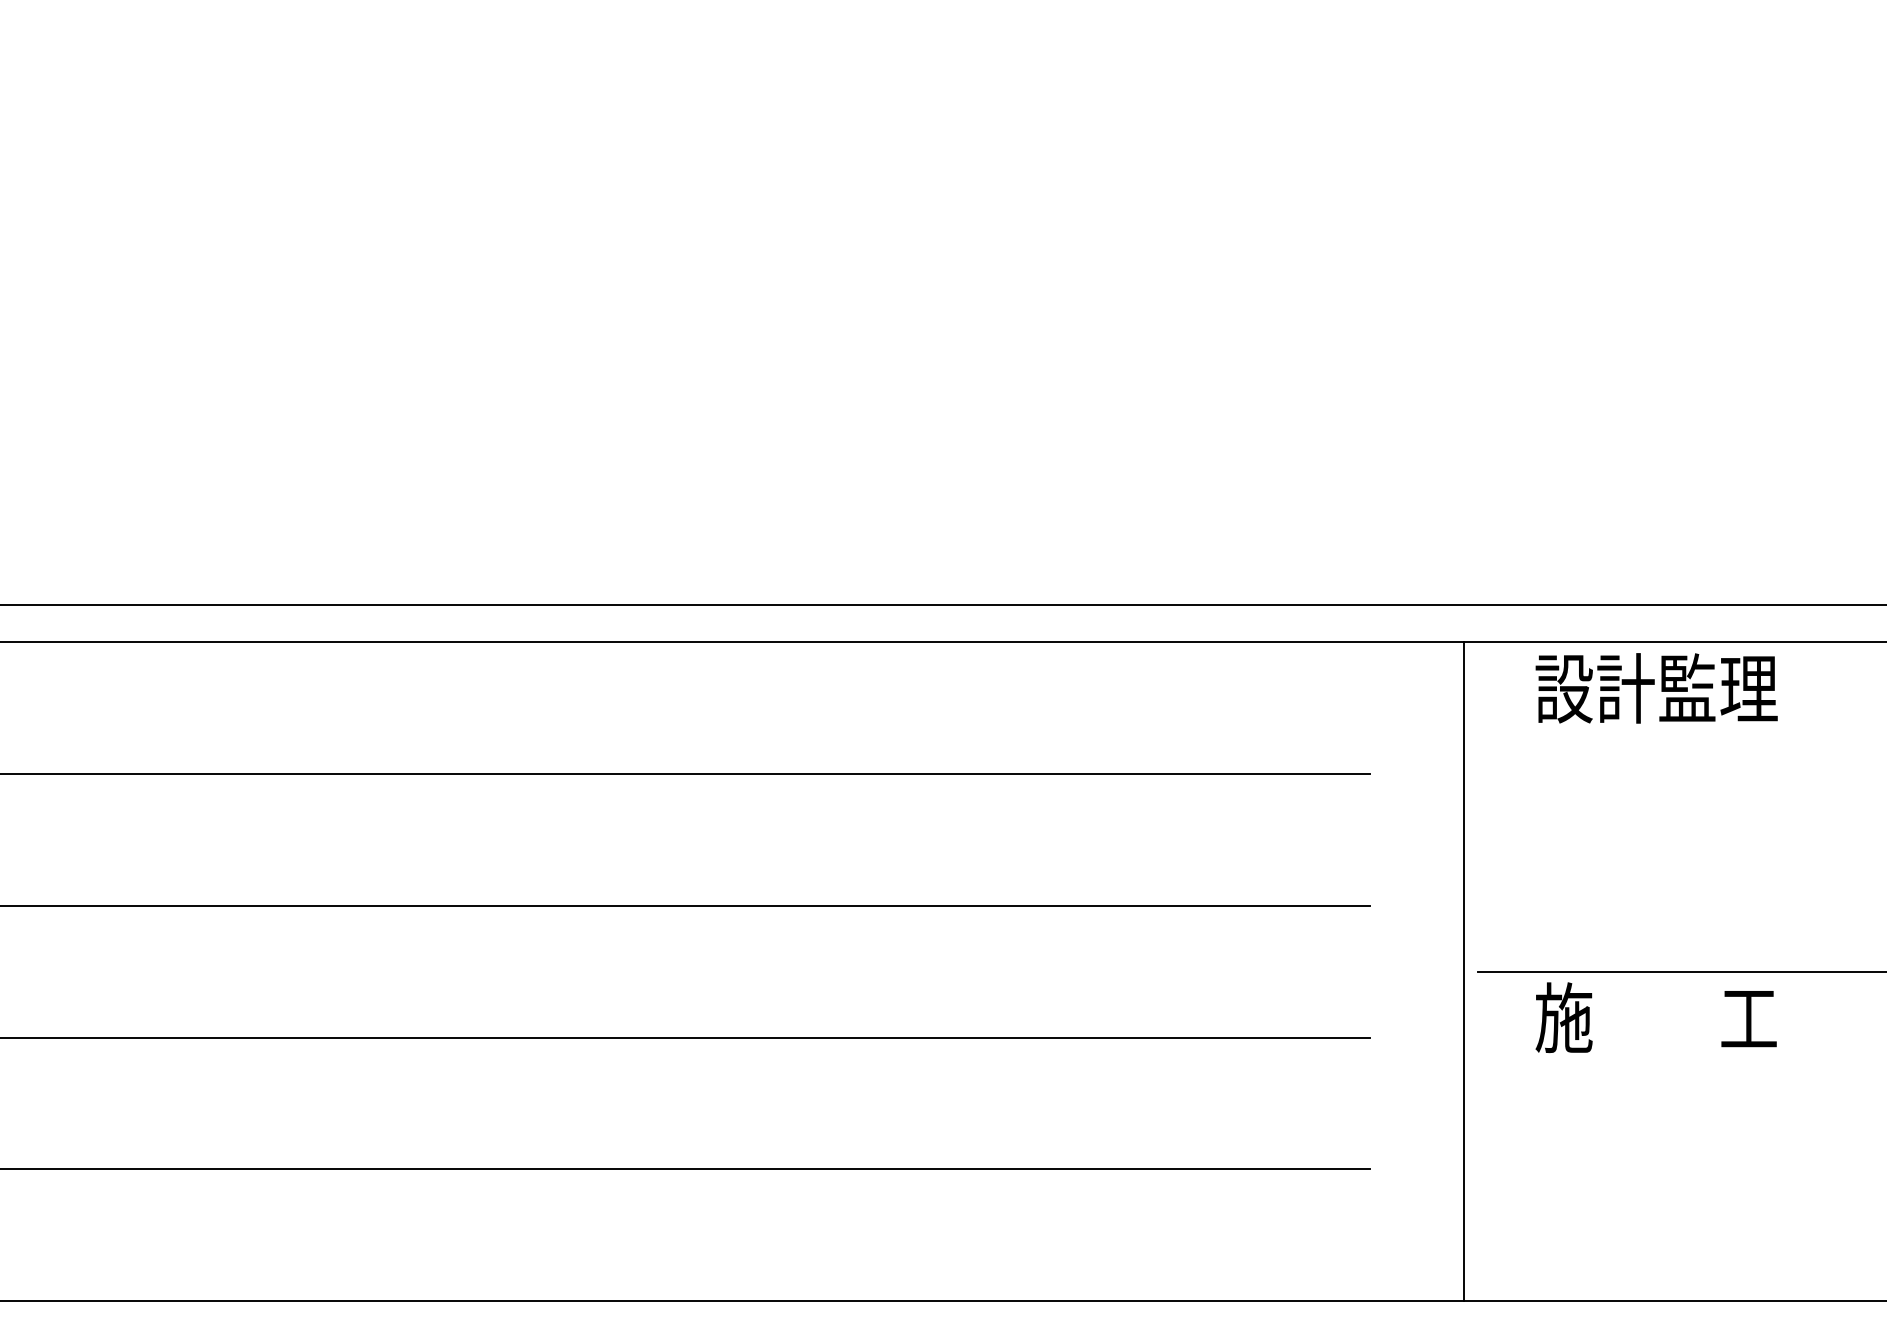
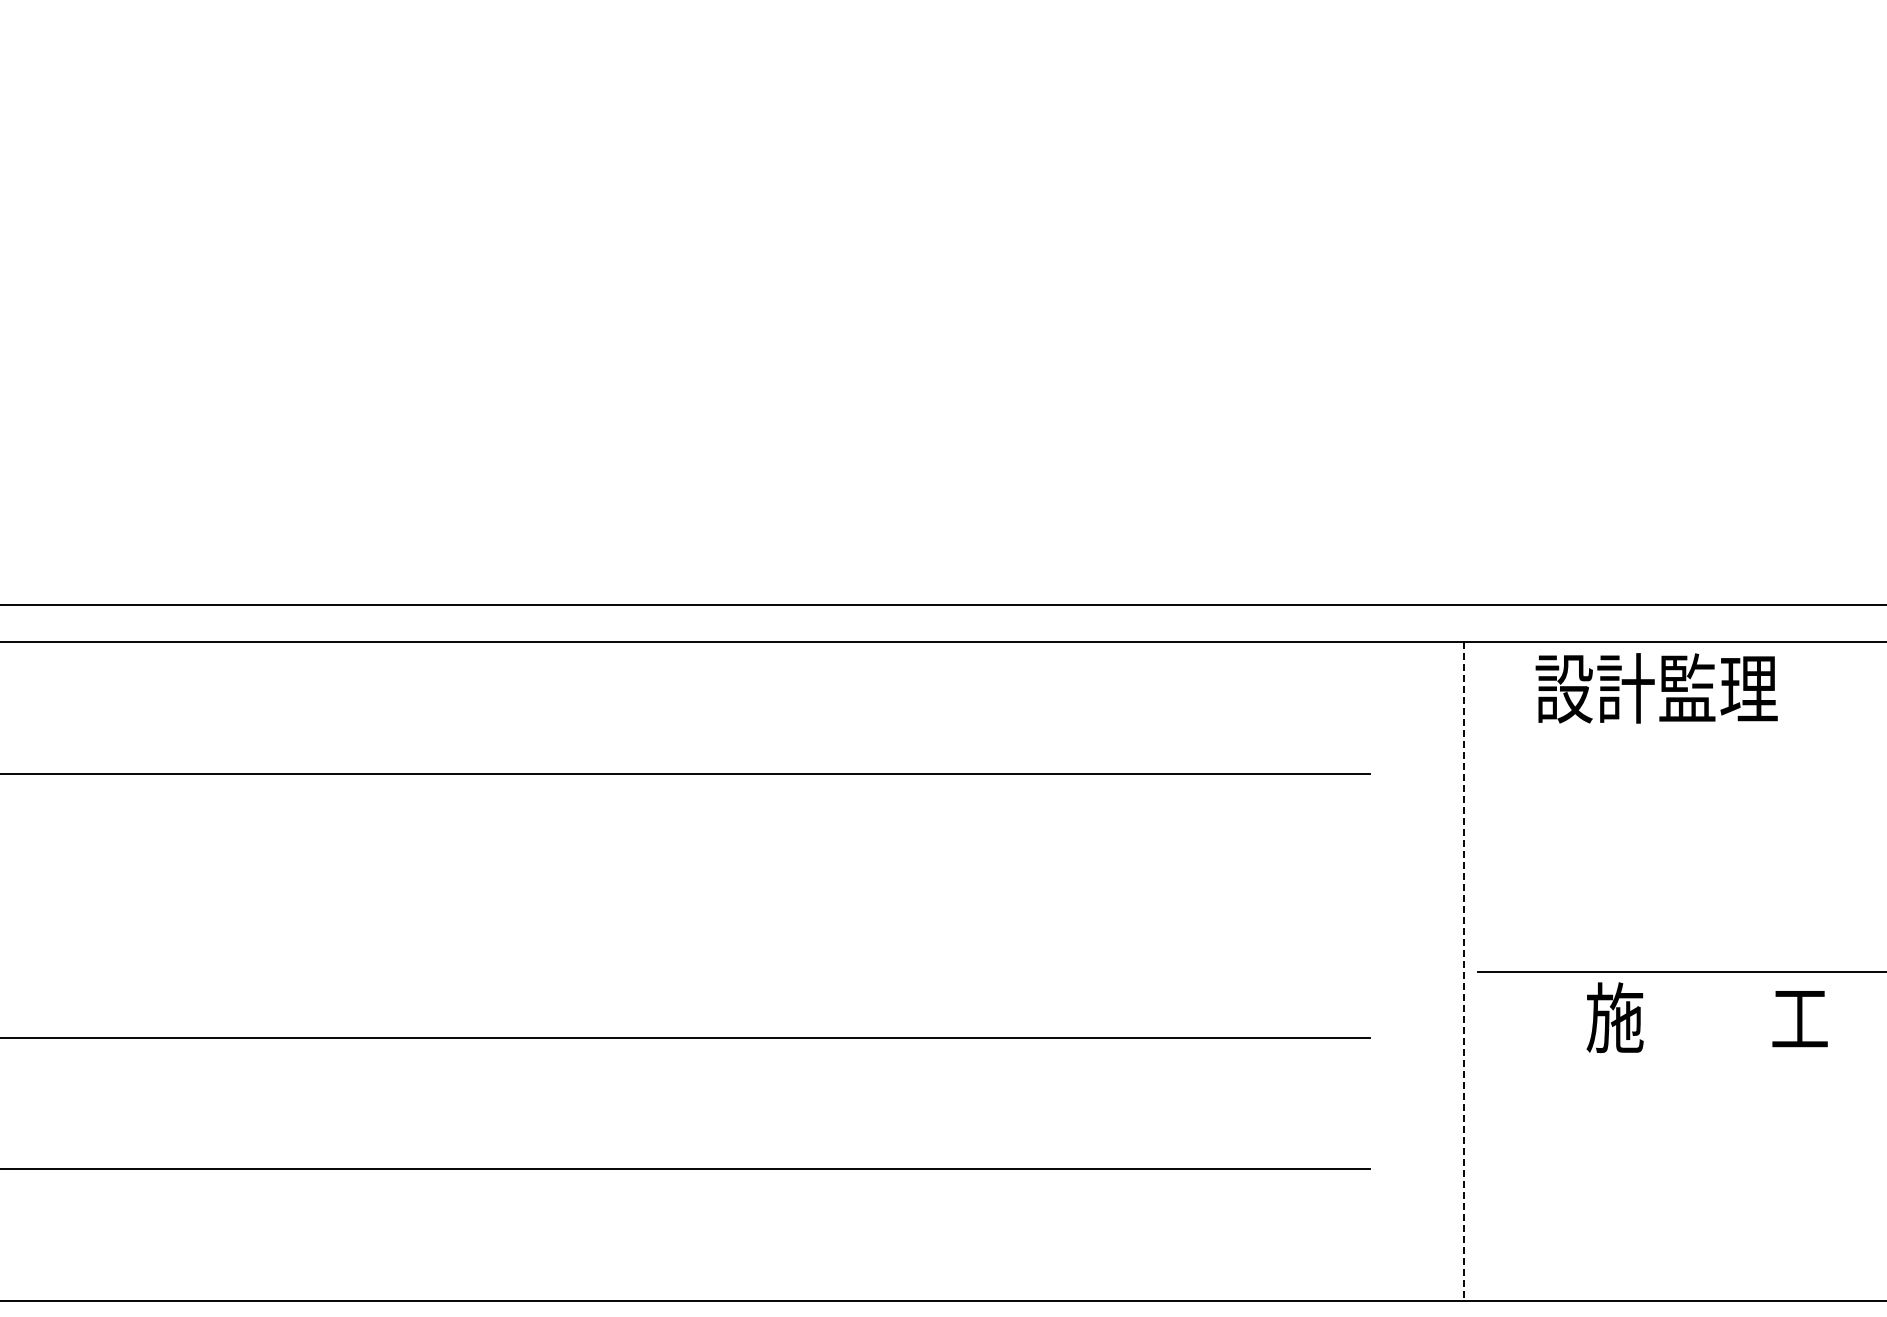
line at (686, 905): present -> none
line at (1464, 972): solid -> dashed
text at (1655, 1017) position: (1655, 1017) -> (1706, 1017)
